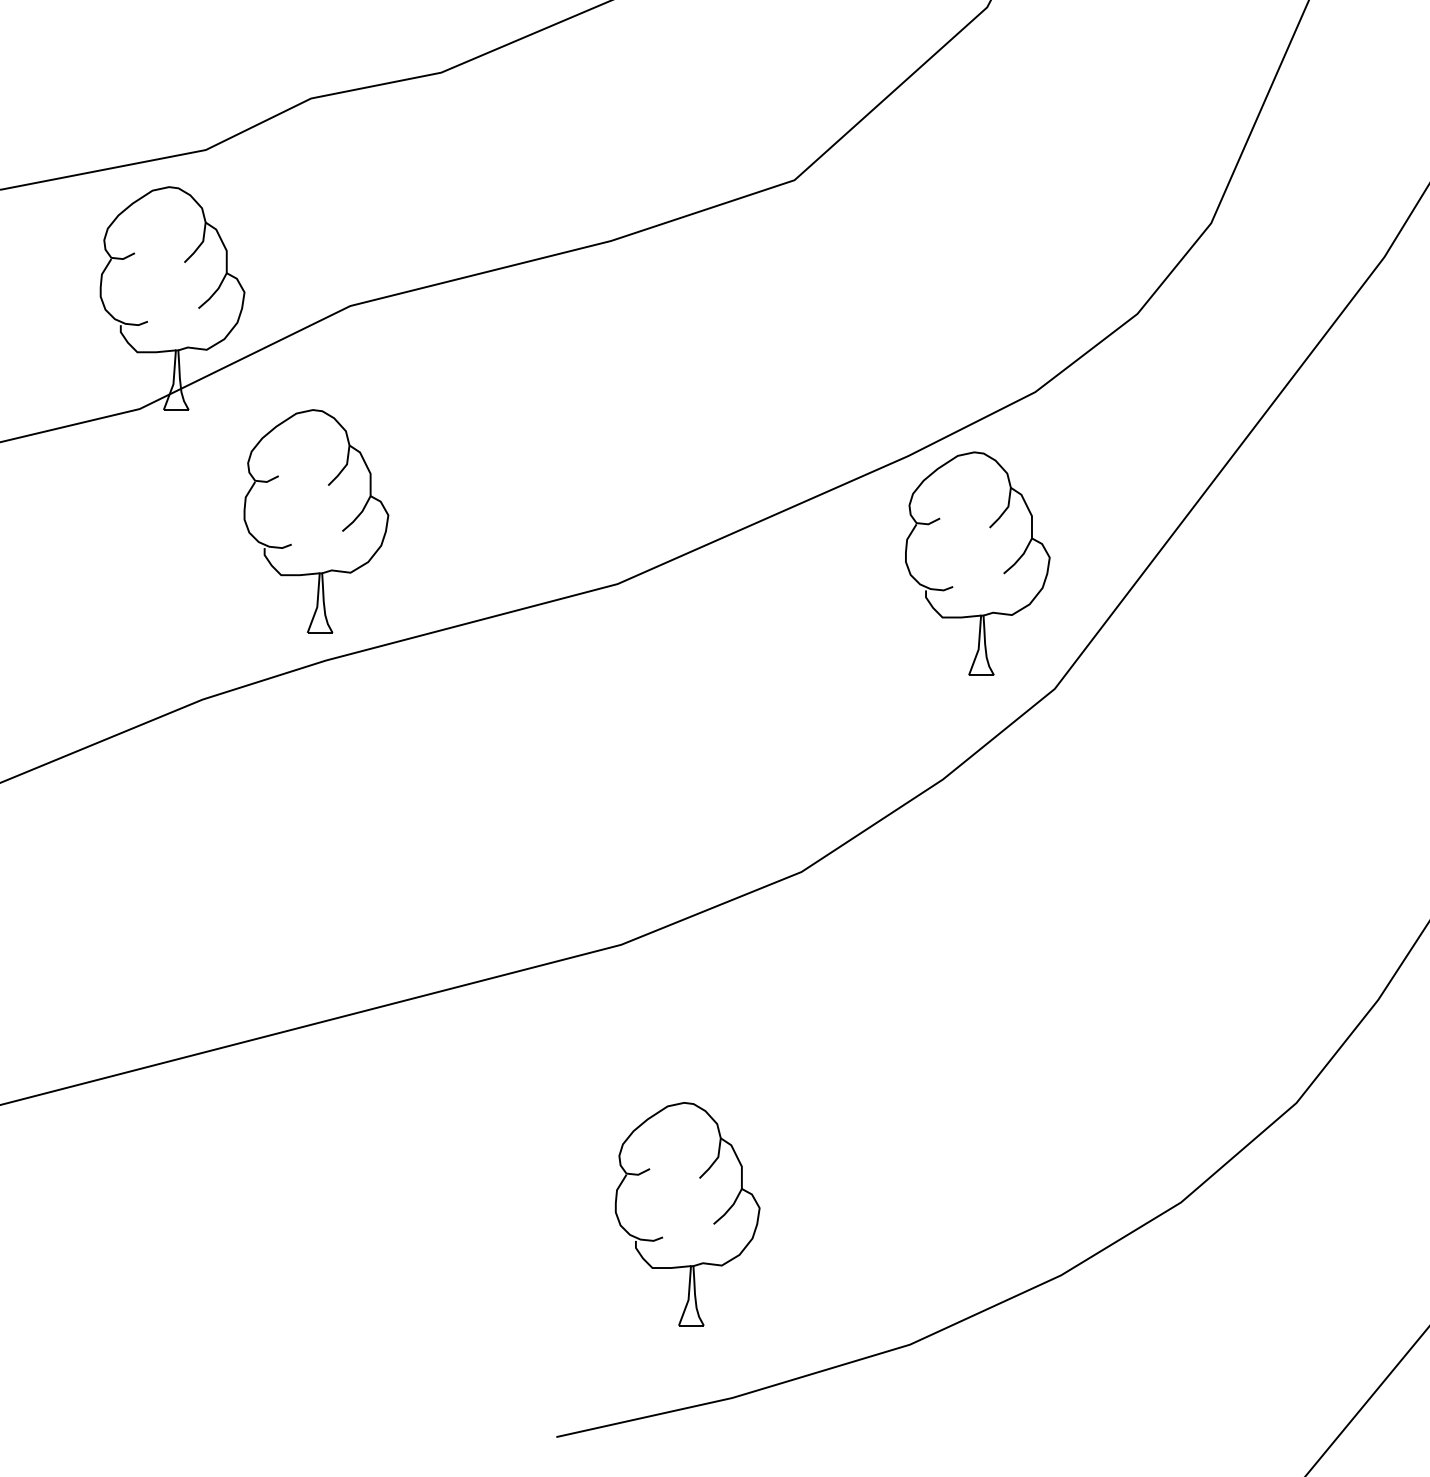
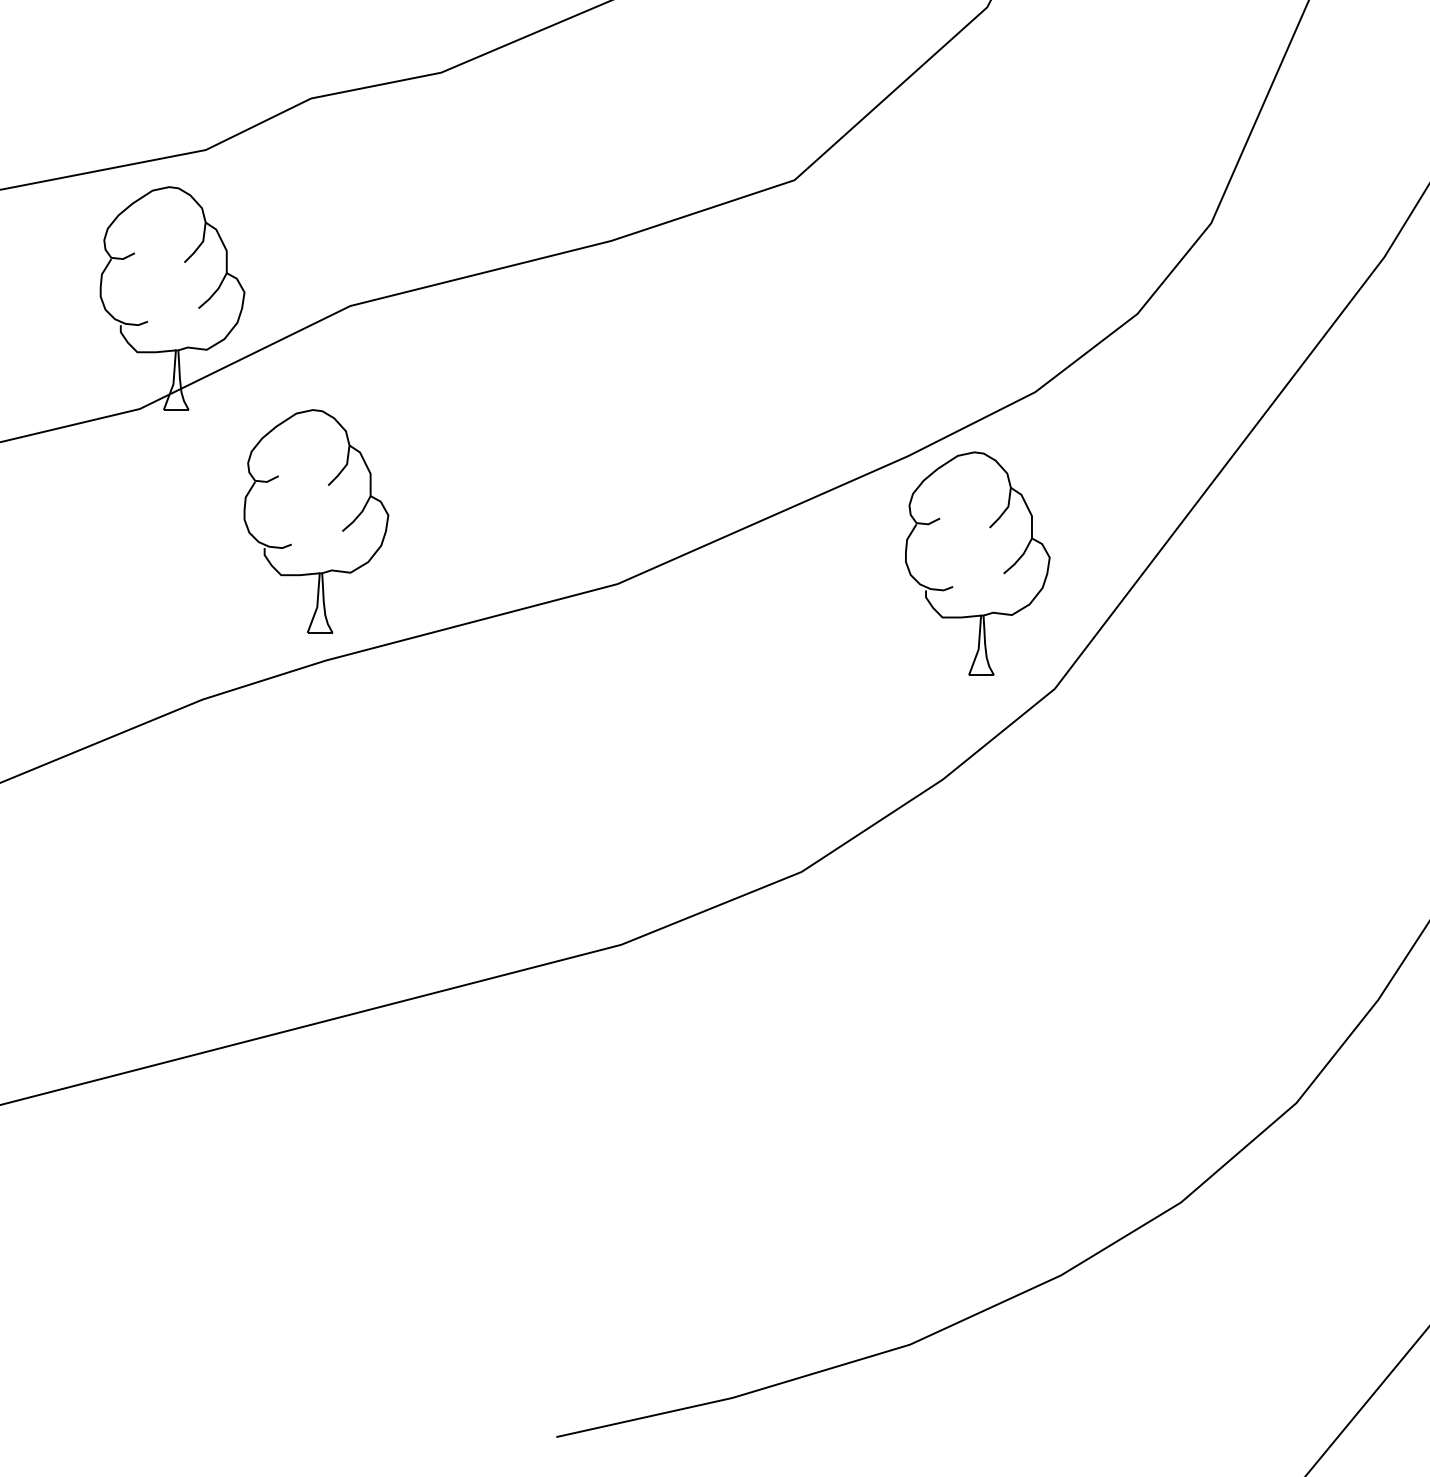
part at (713, 1223): present -> none
